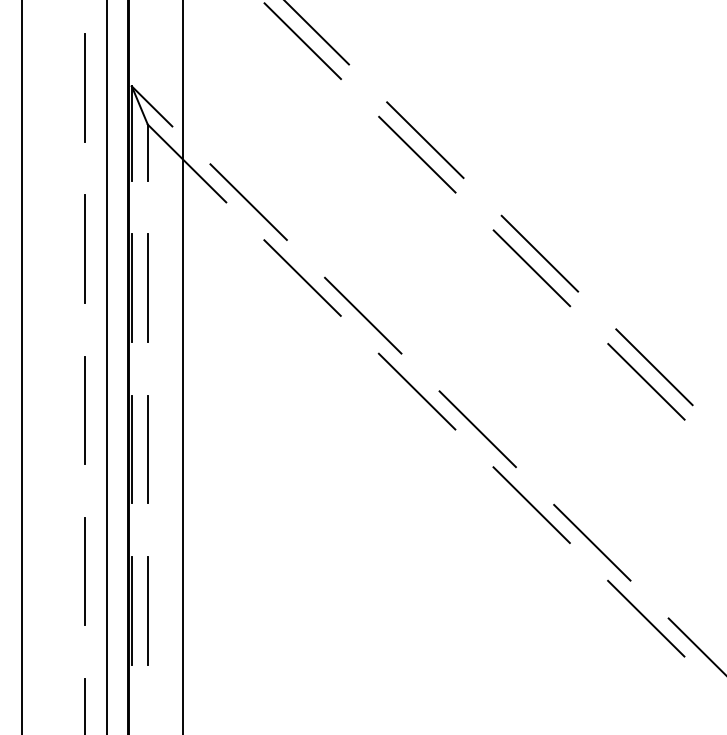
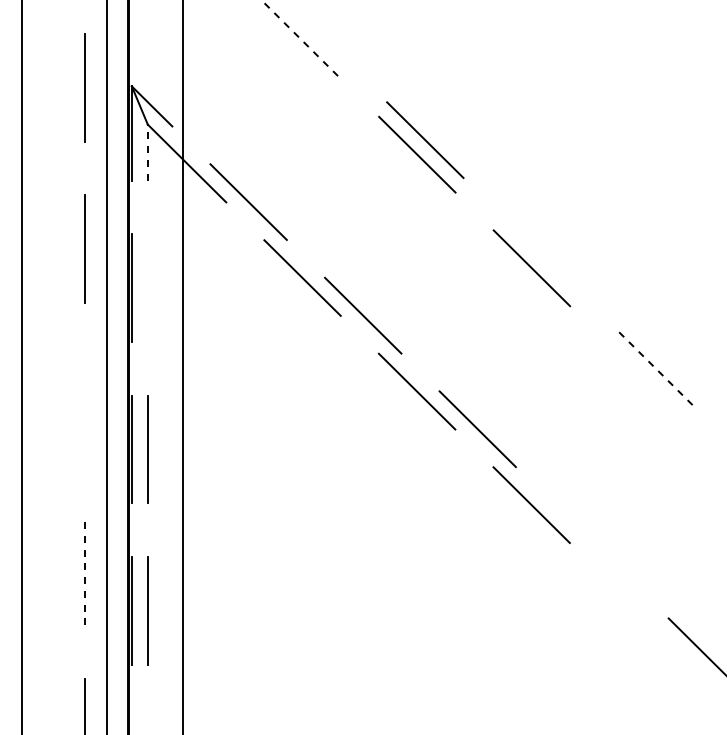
line at (317, 33): present -> none
line at (302, 41): solid -> dashed
line at (147, 152): solid -> dashed
line at (539, 253): present -> none
line at (147, 288): present -> none
line at (654, 367): solid -> dashed
line at (646, 381): present -> none
line at (85, 410): present -> none
line at (592, 542): present -> none
line at (85, 571): solid -> dashed
line at (646, 618): present -> none
